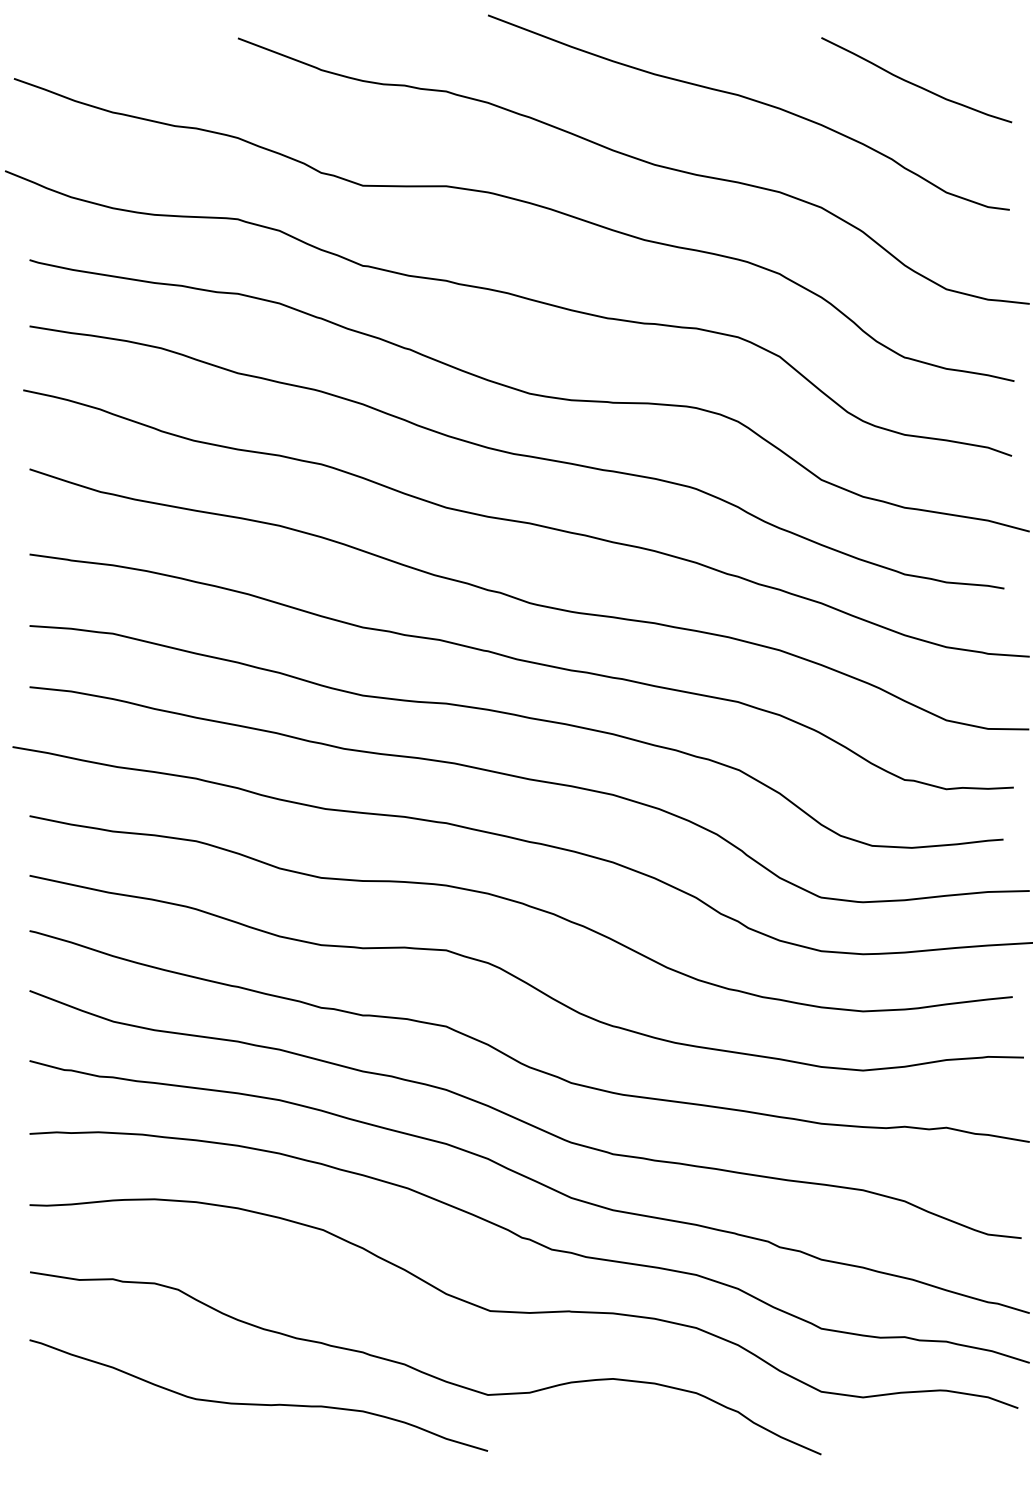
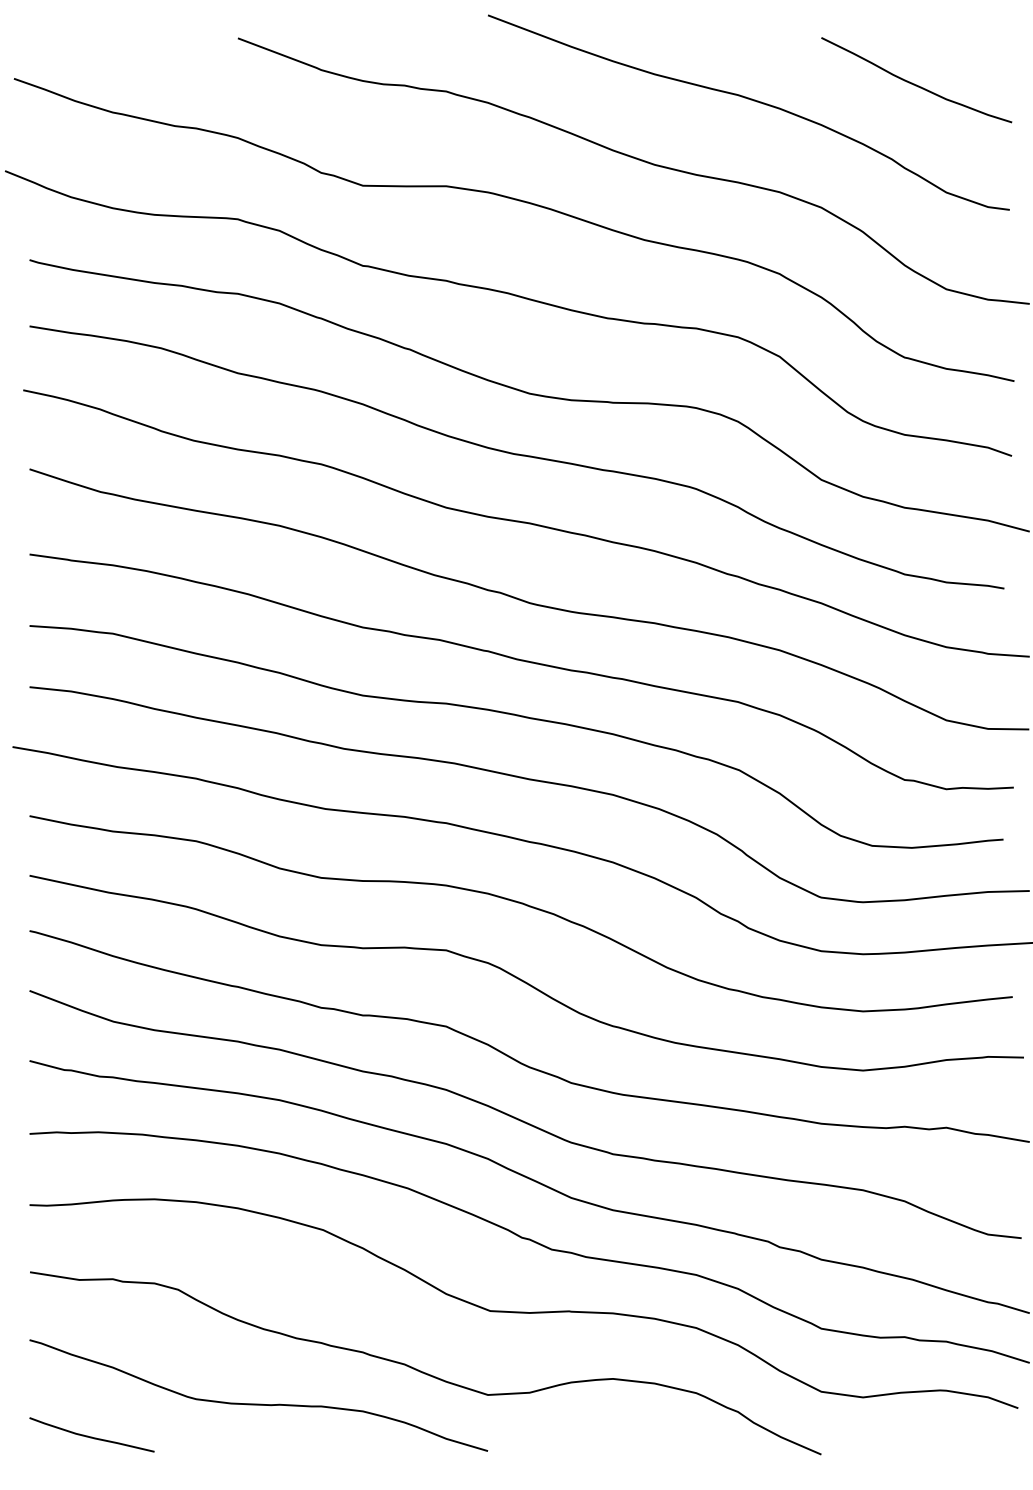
curve at (91, 1436): none -> present
